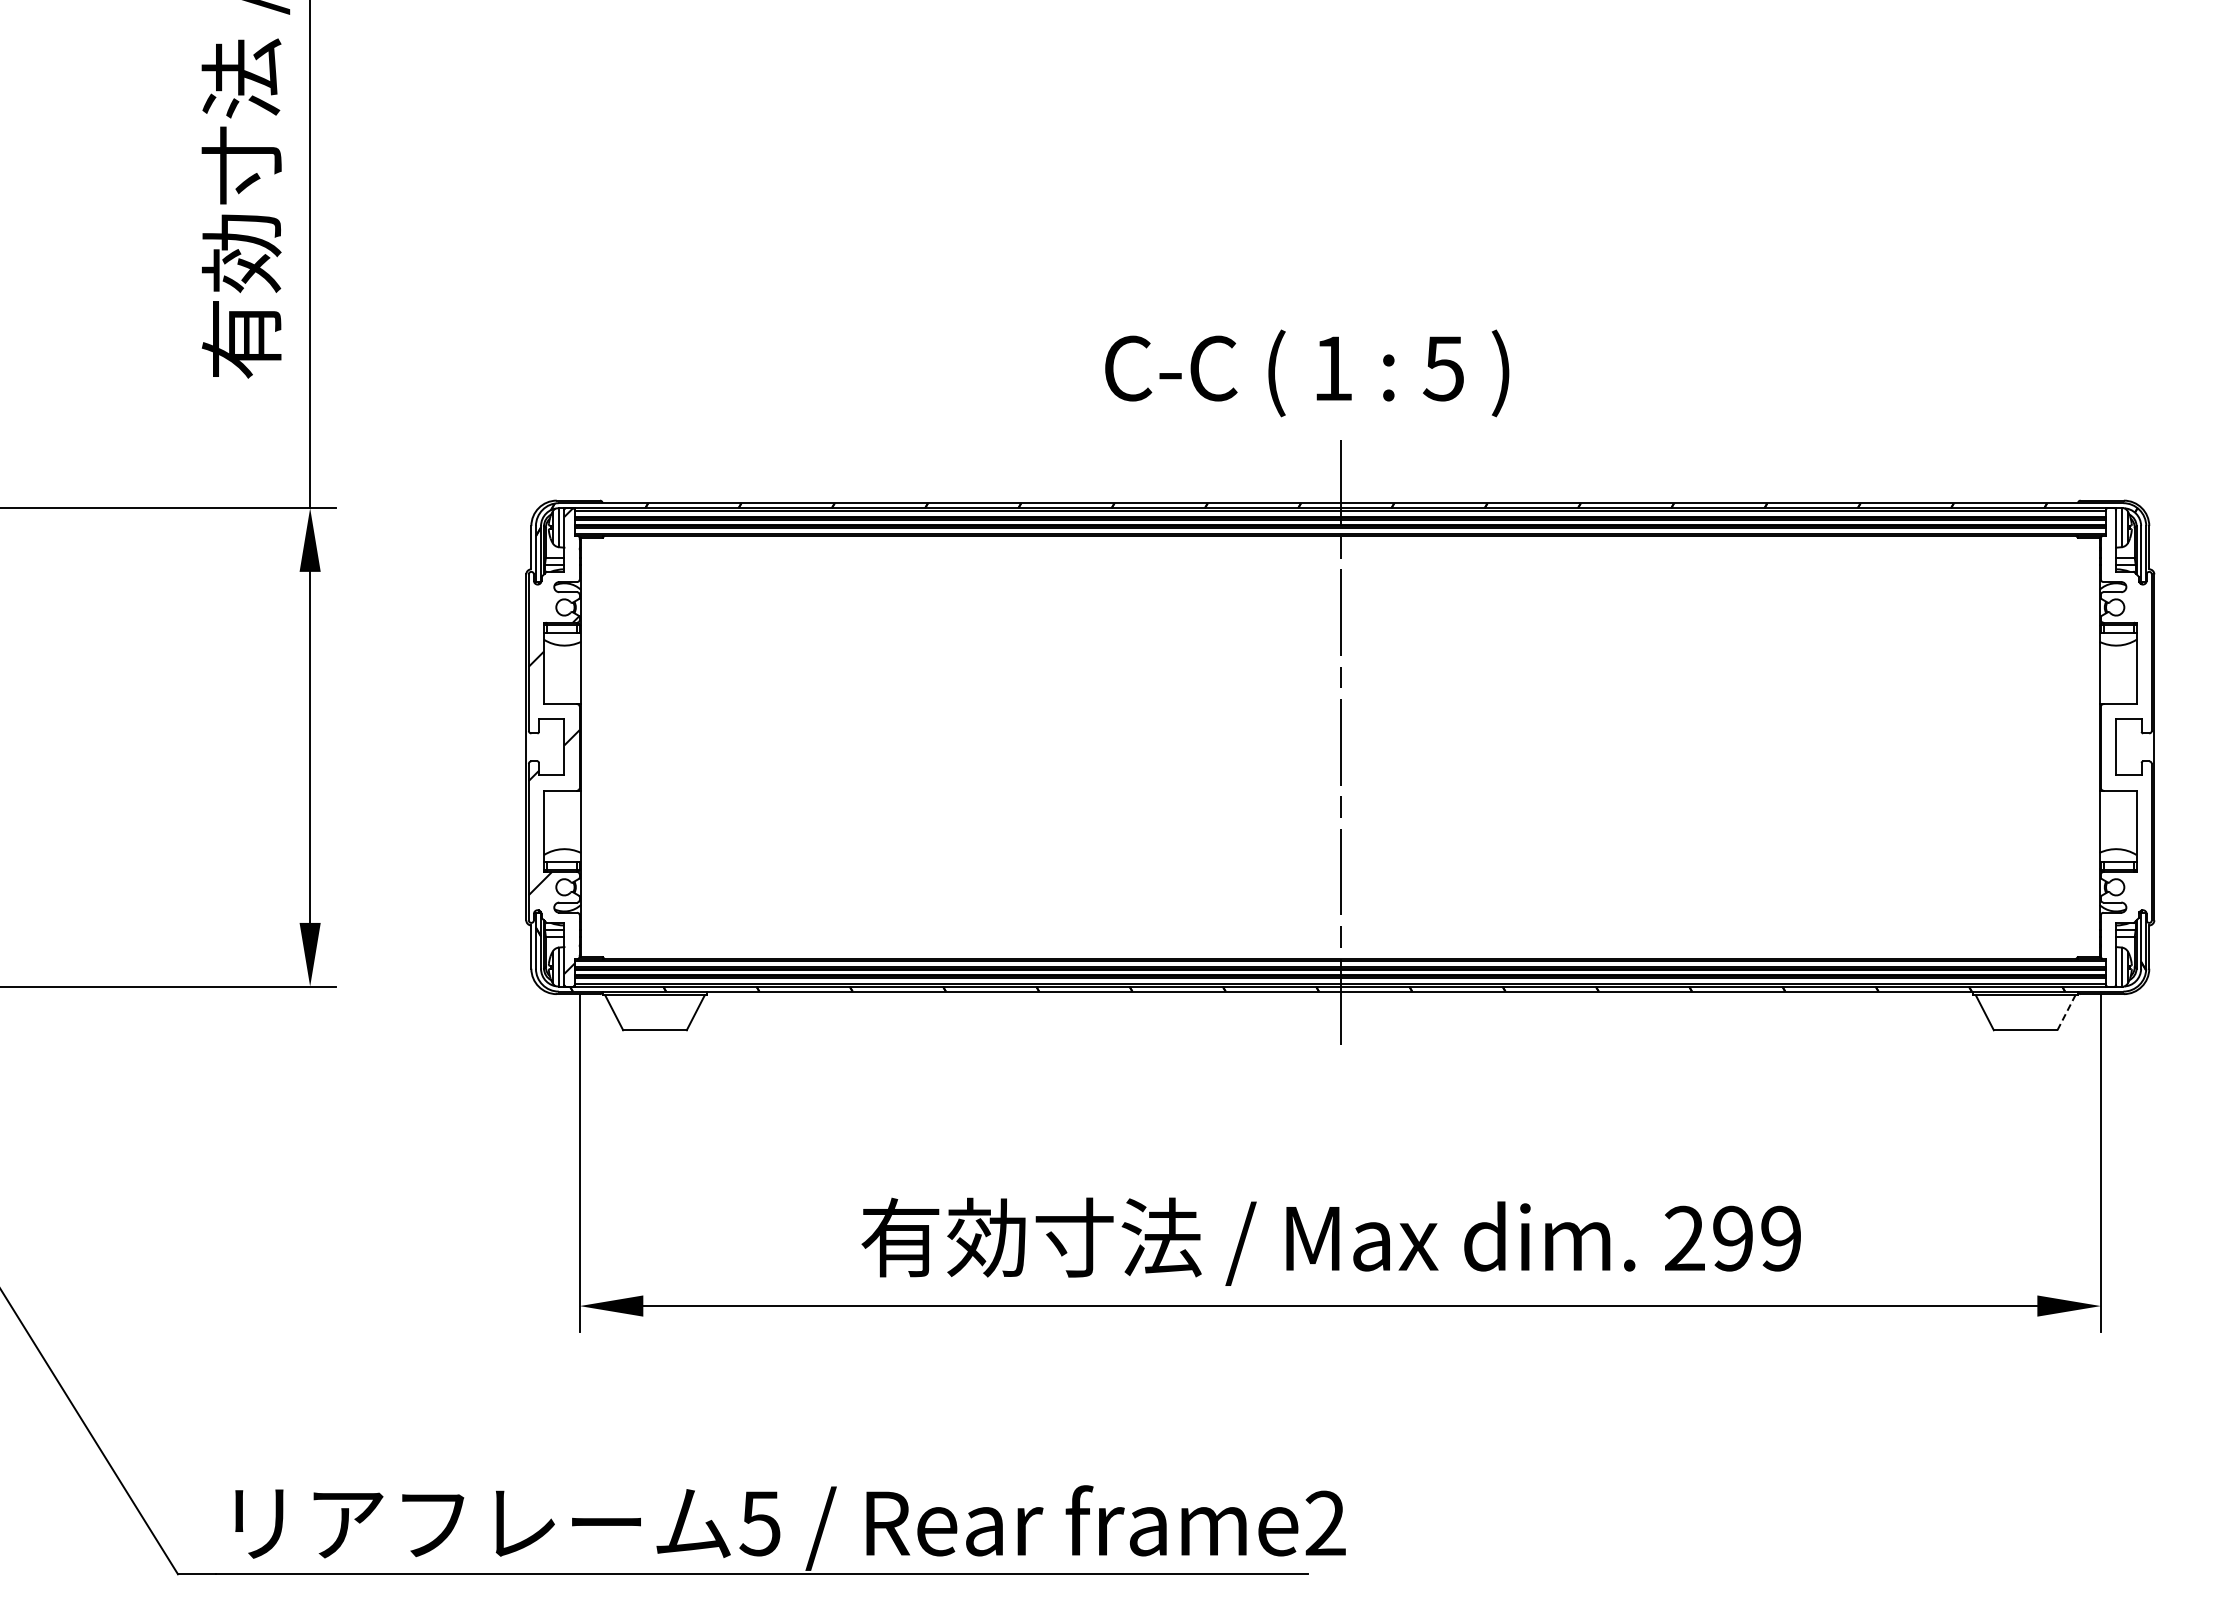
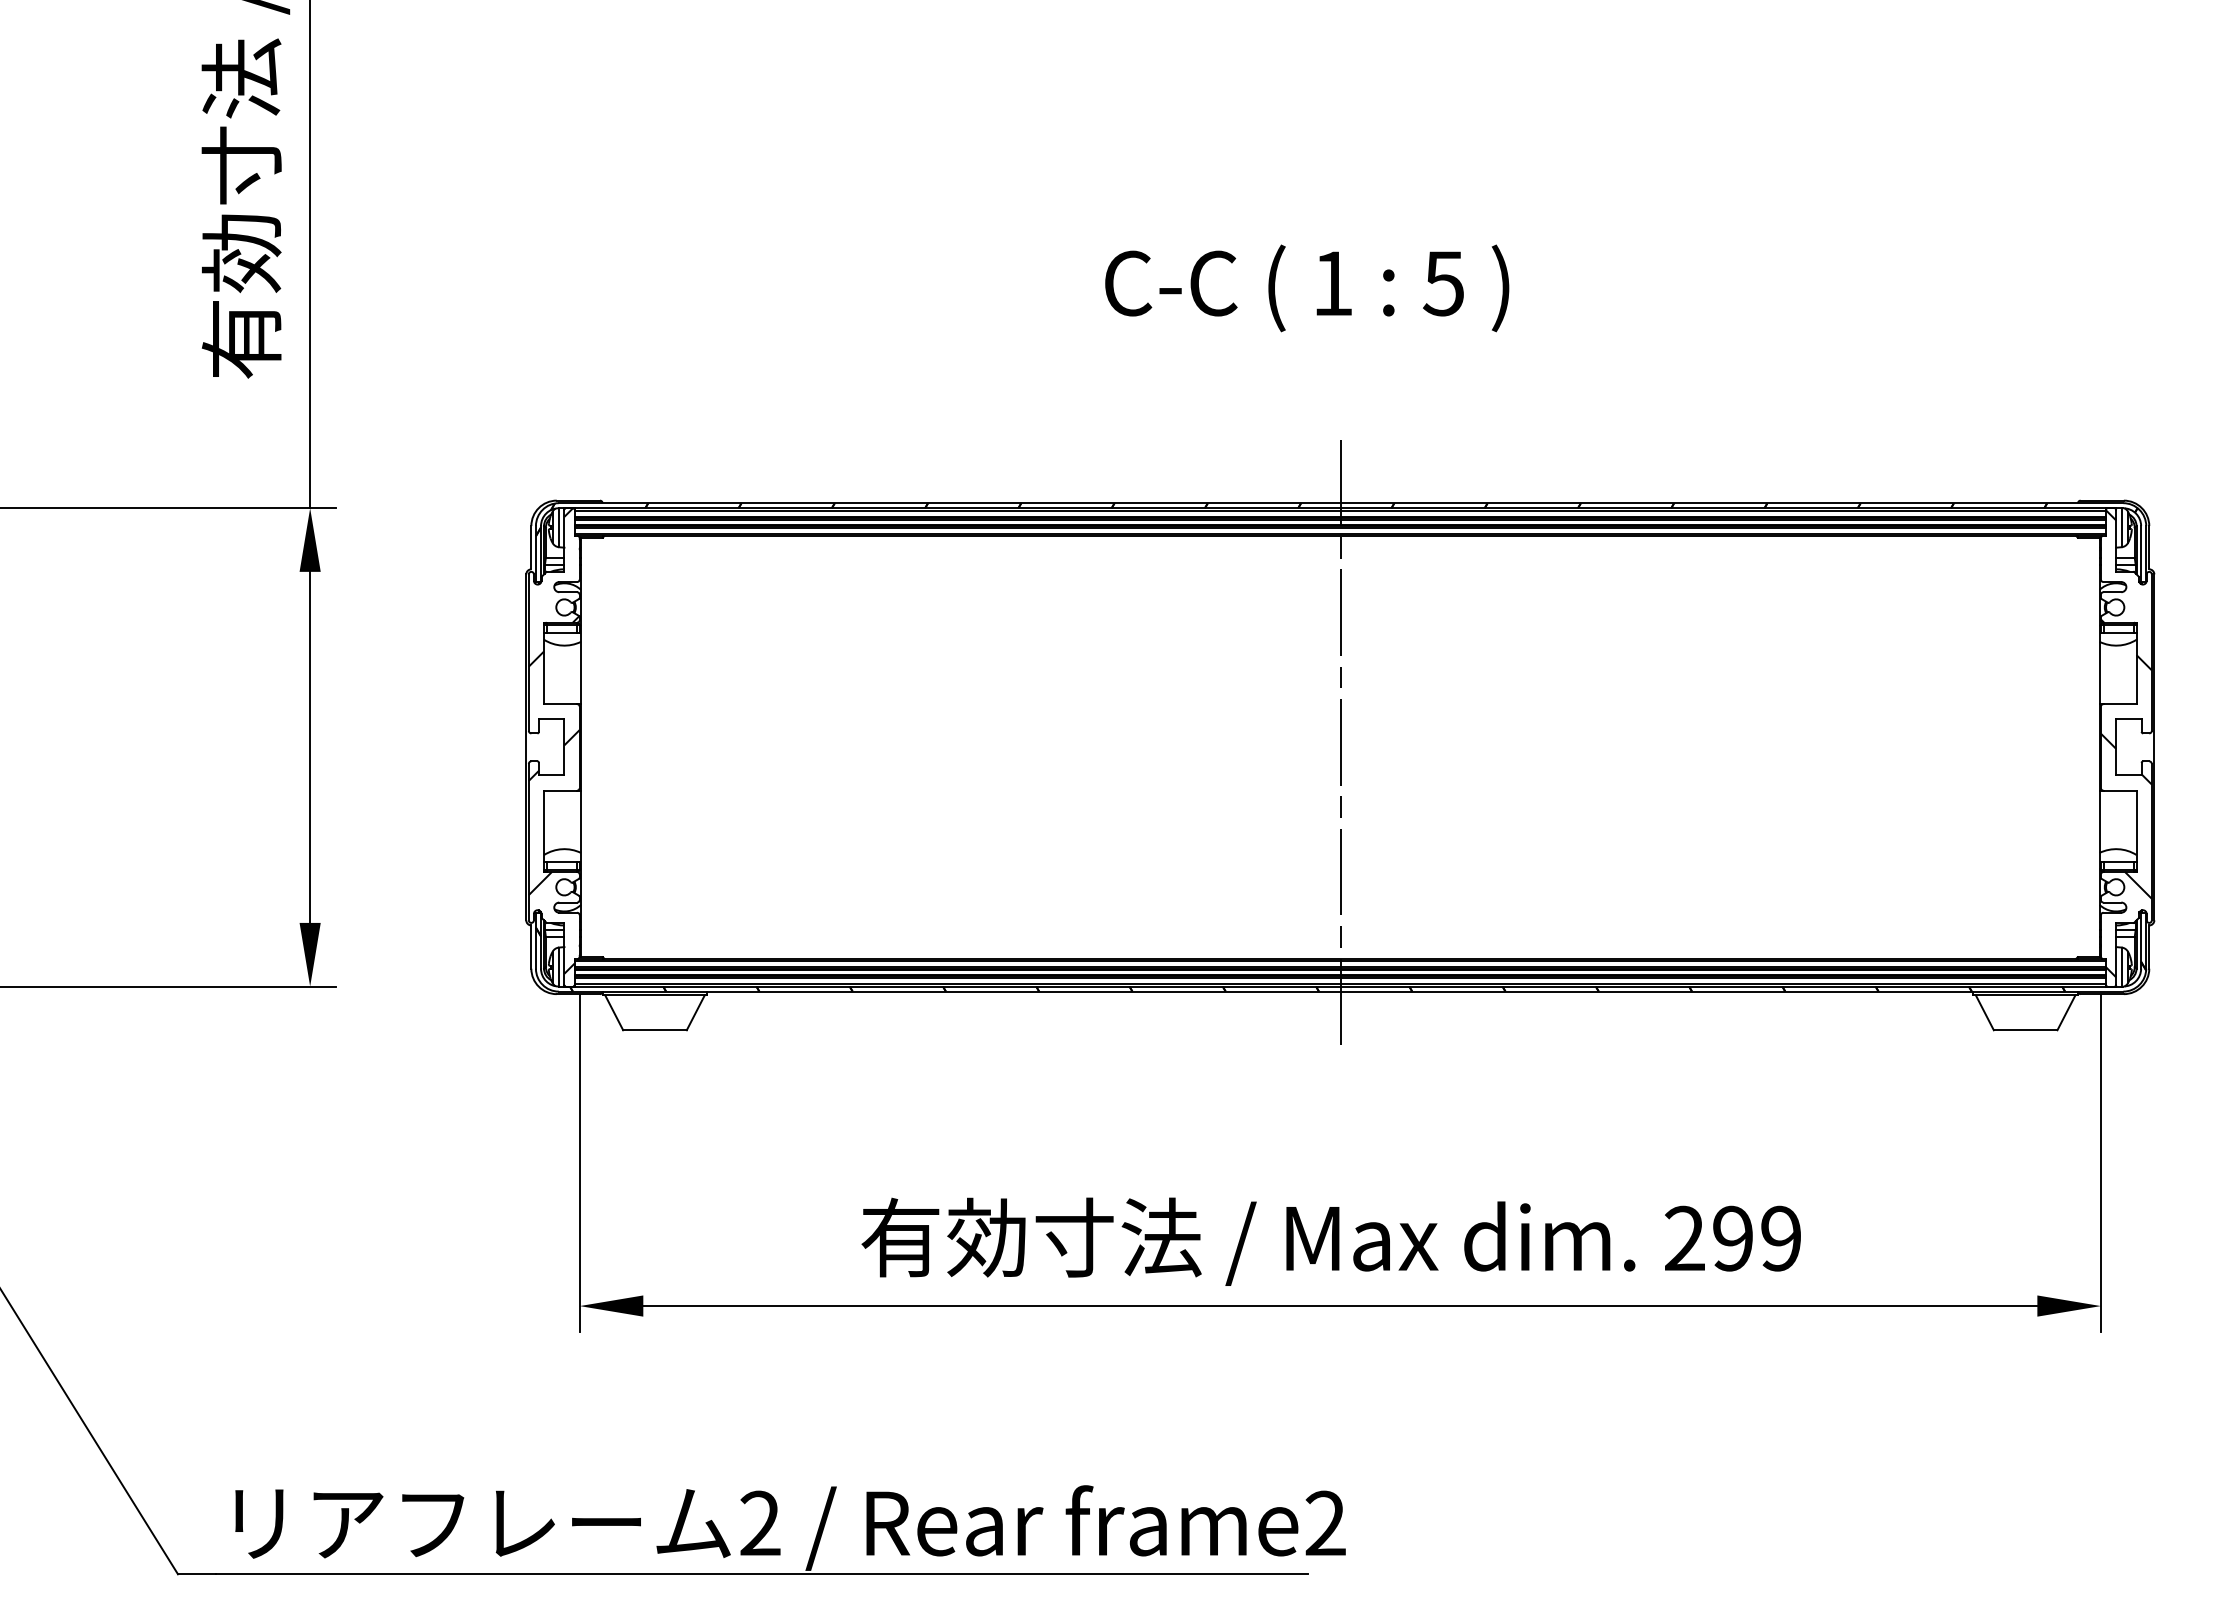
text at (1307, 373) position: (1307, 373) -> (1307, 288)
hatch at (2125, 743): none -> present
line at (2066, 1012): dashed -> solid
text at (759, 1523): 5 -> 2
